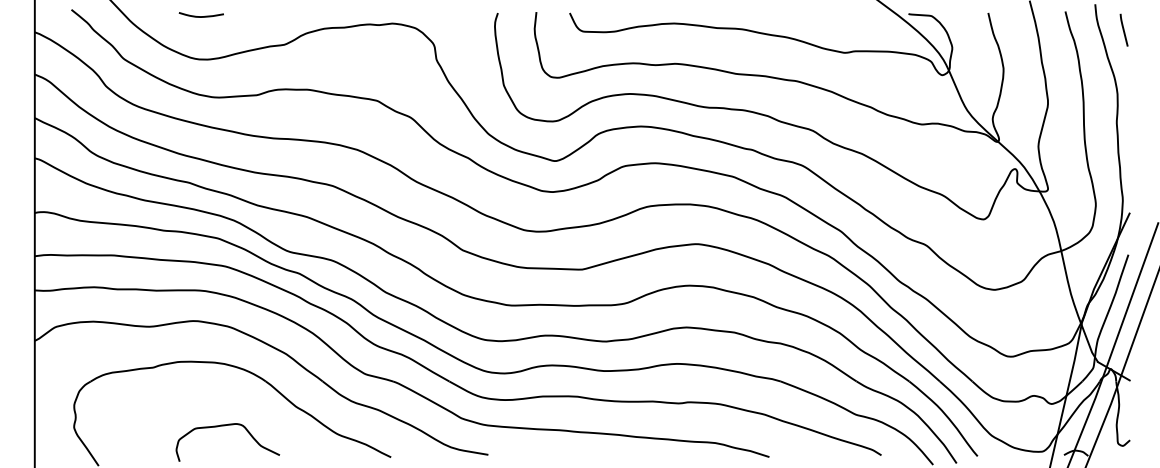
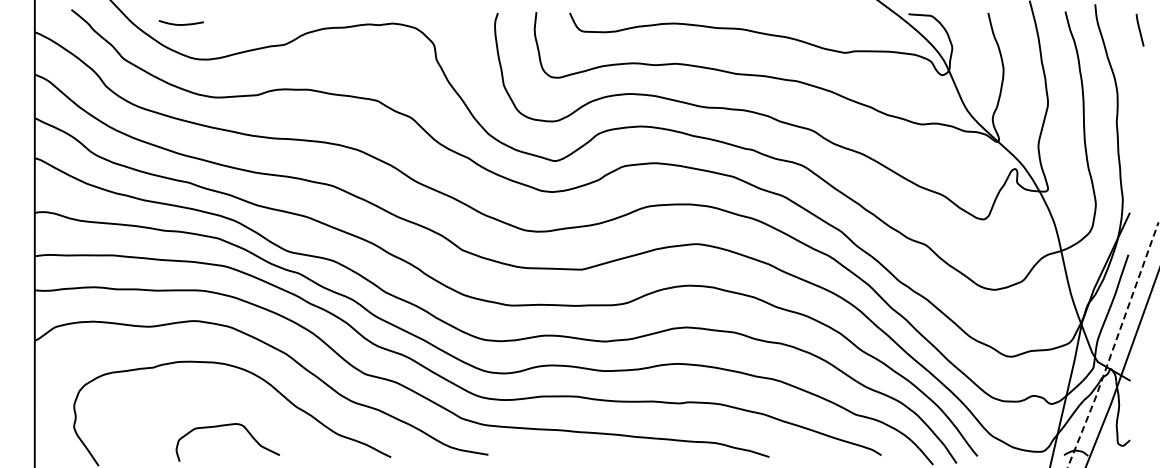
curve at (200, 16) position: (200, 16) -> (180, 24)
line at (1123, 29) position: (1123, 29) -> (1139, 29)
line at (1114, 345): solid -> dashed
